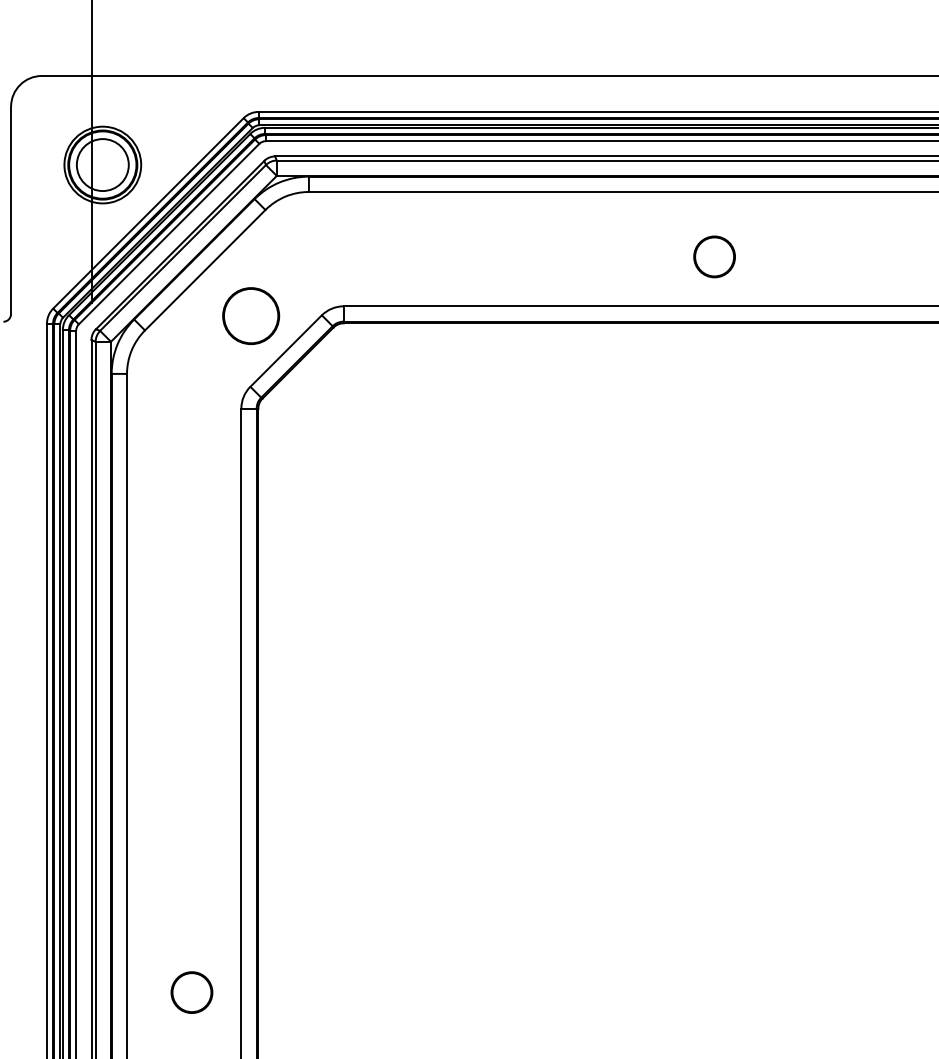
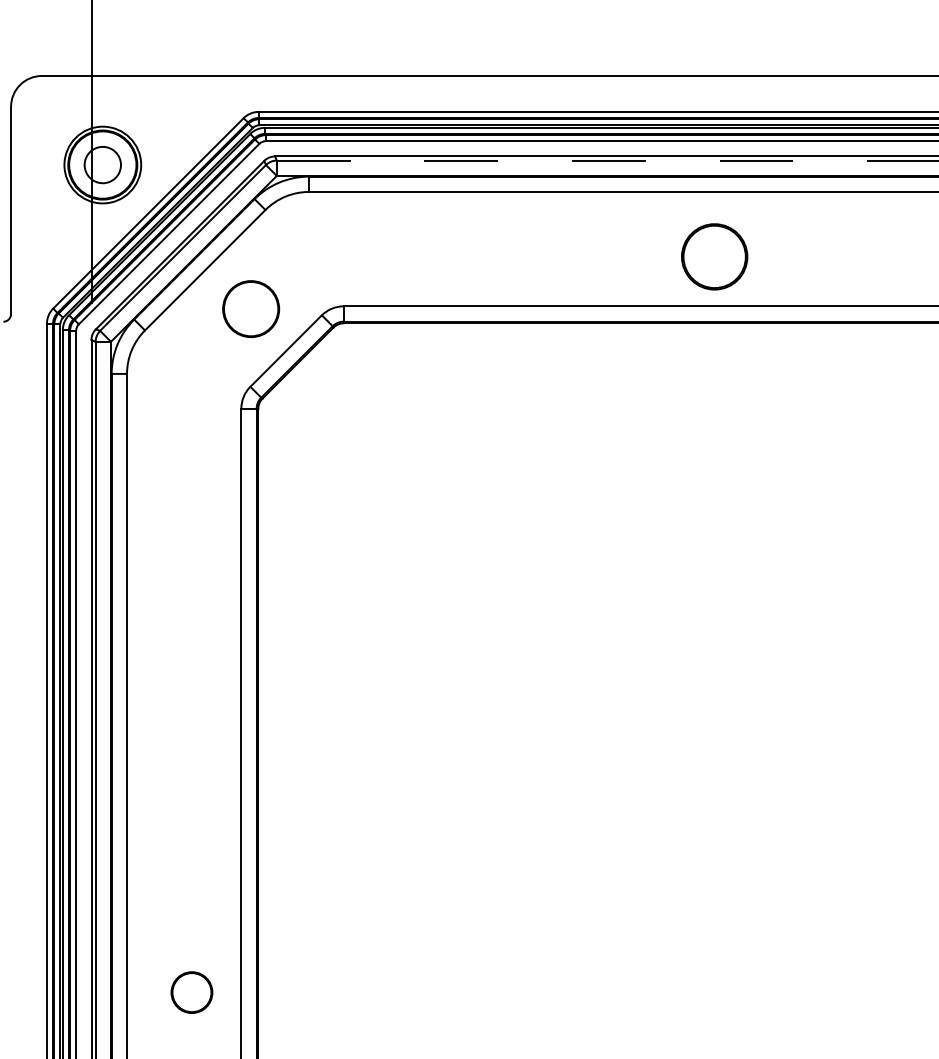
line at (607, 160): solid -> dashed
circle at (102, 165) diameter: 52 px -> 36 px
part at (714, 256) size: 43x44 px -> 68x68 px
circle at (251, 315) position: (251, 315) -> (251, 308)
